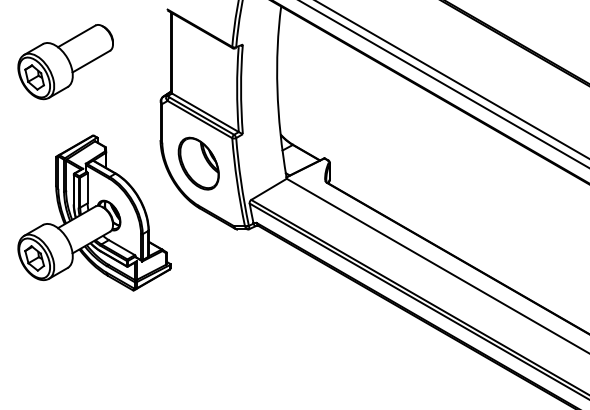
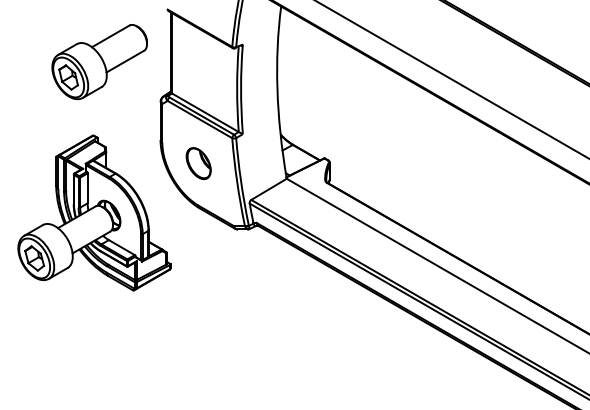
part at (65, 62) position: (65, 62) -> (99, 62)
line at (443, 84): present -> none
part at (198, 163) size: 43x55 px -> 27x34 px
